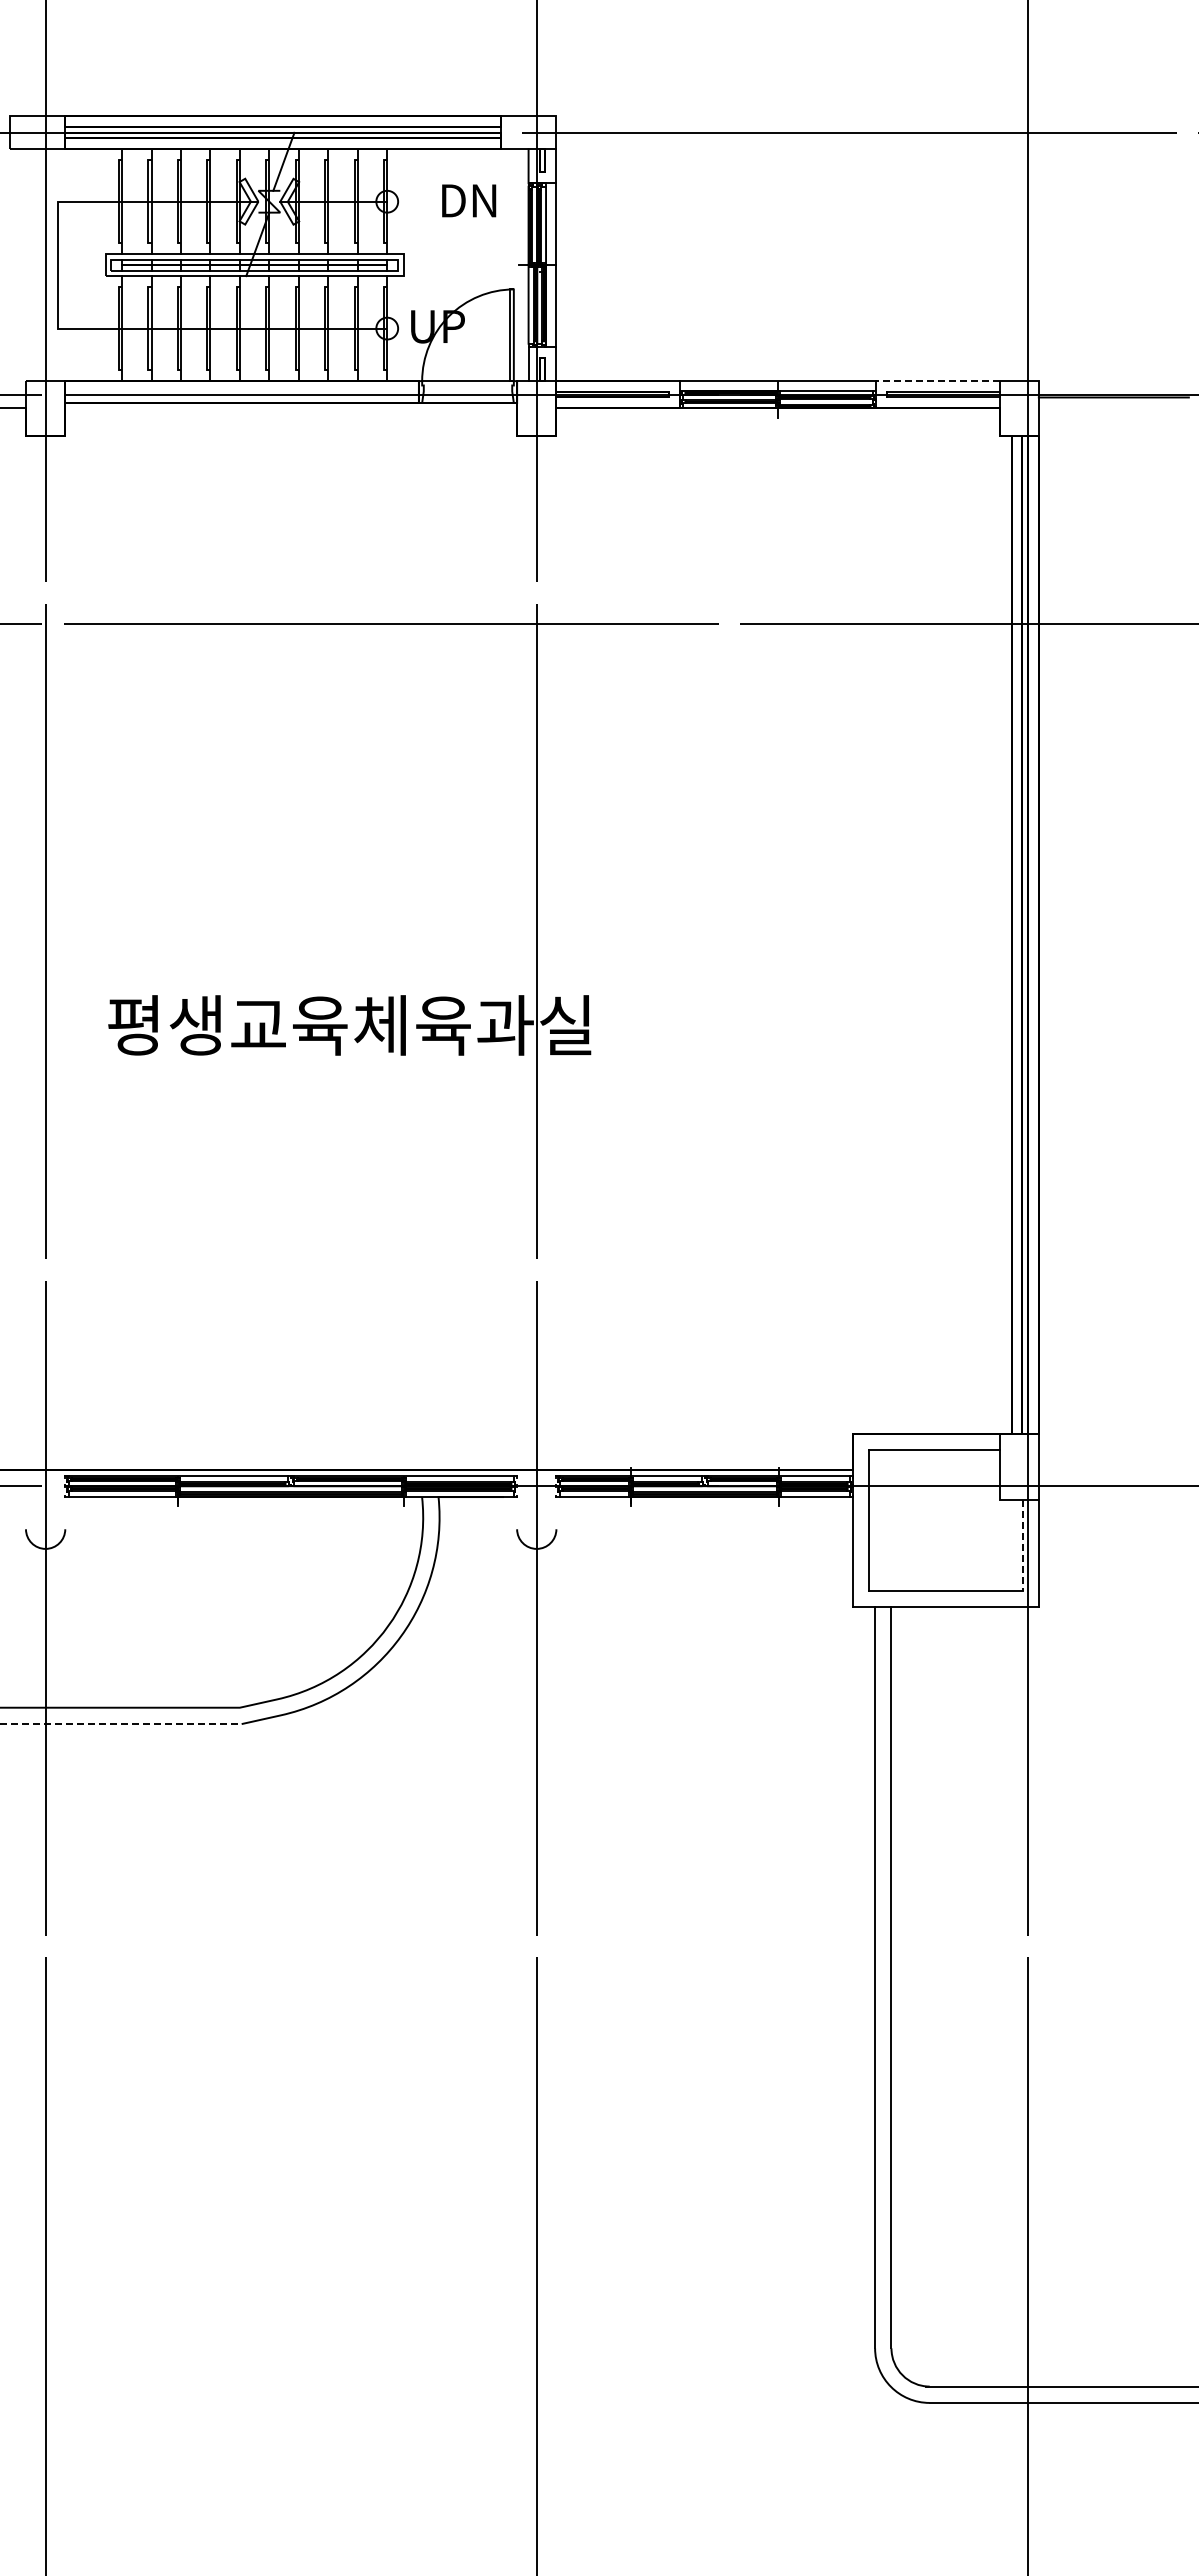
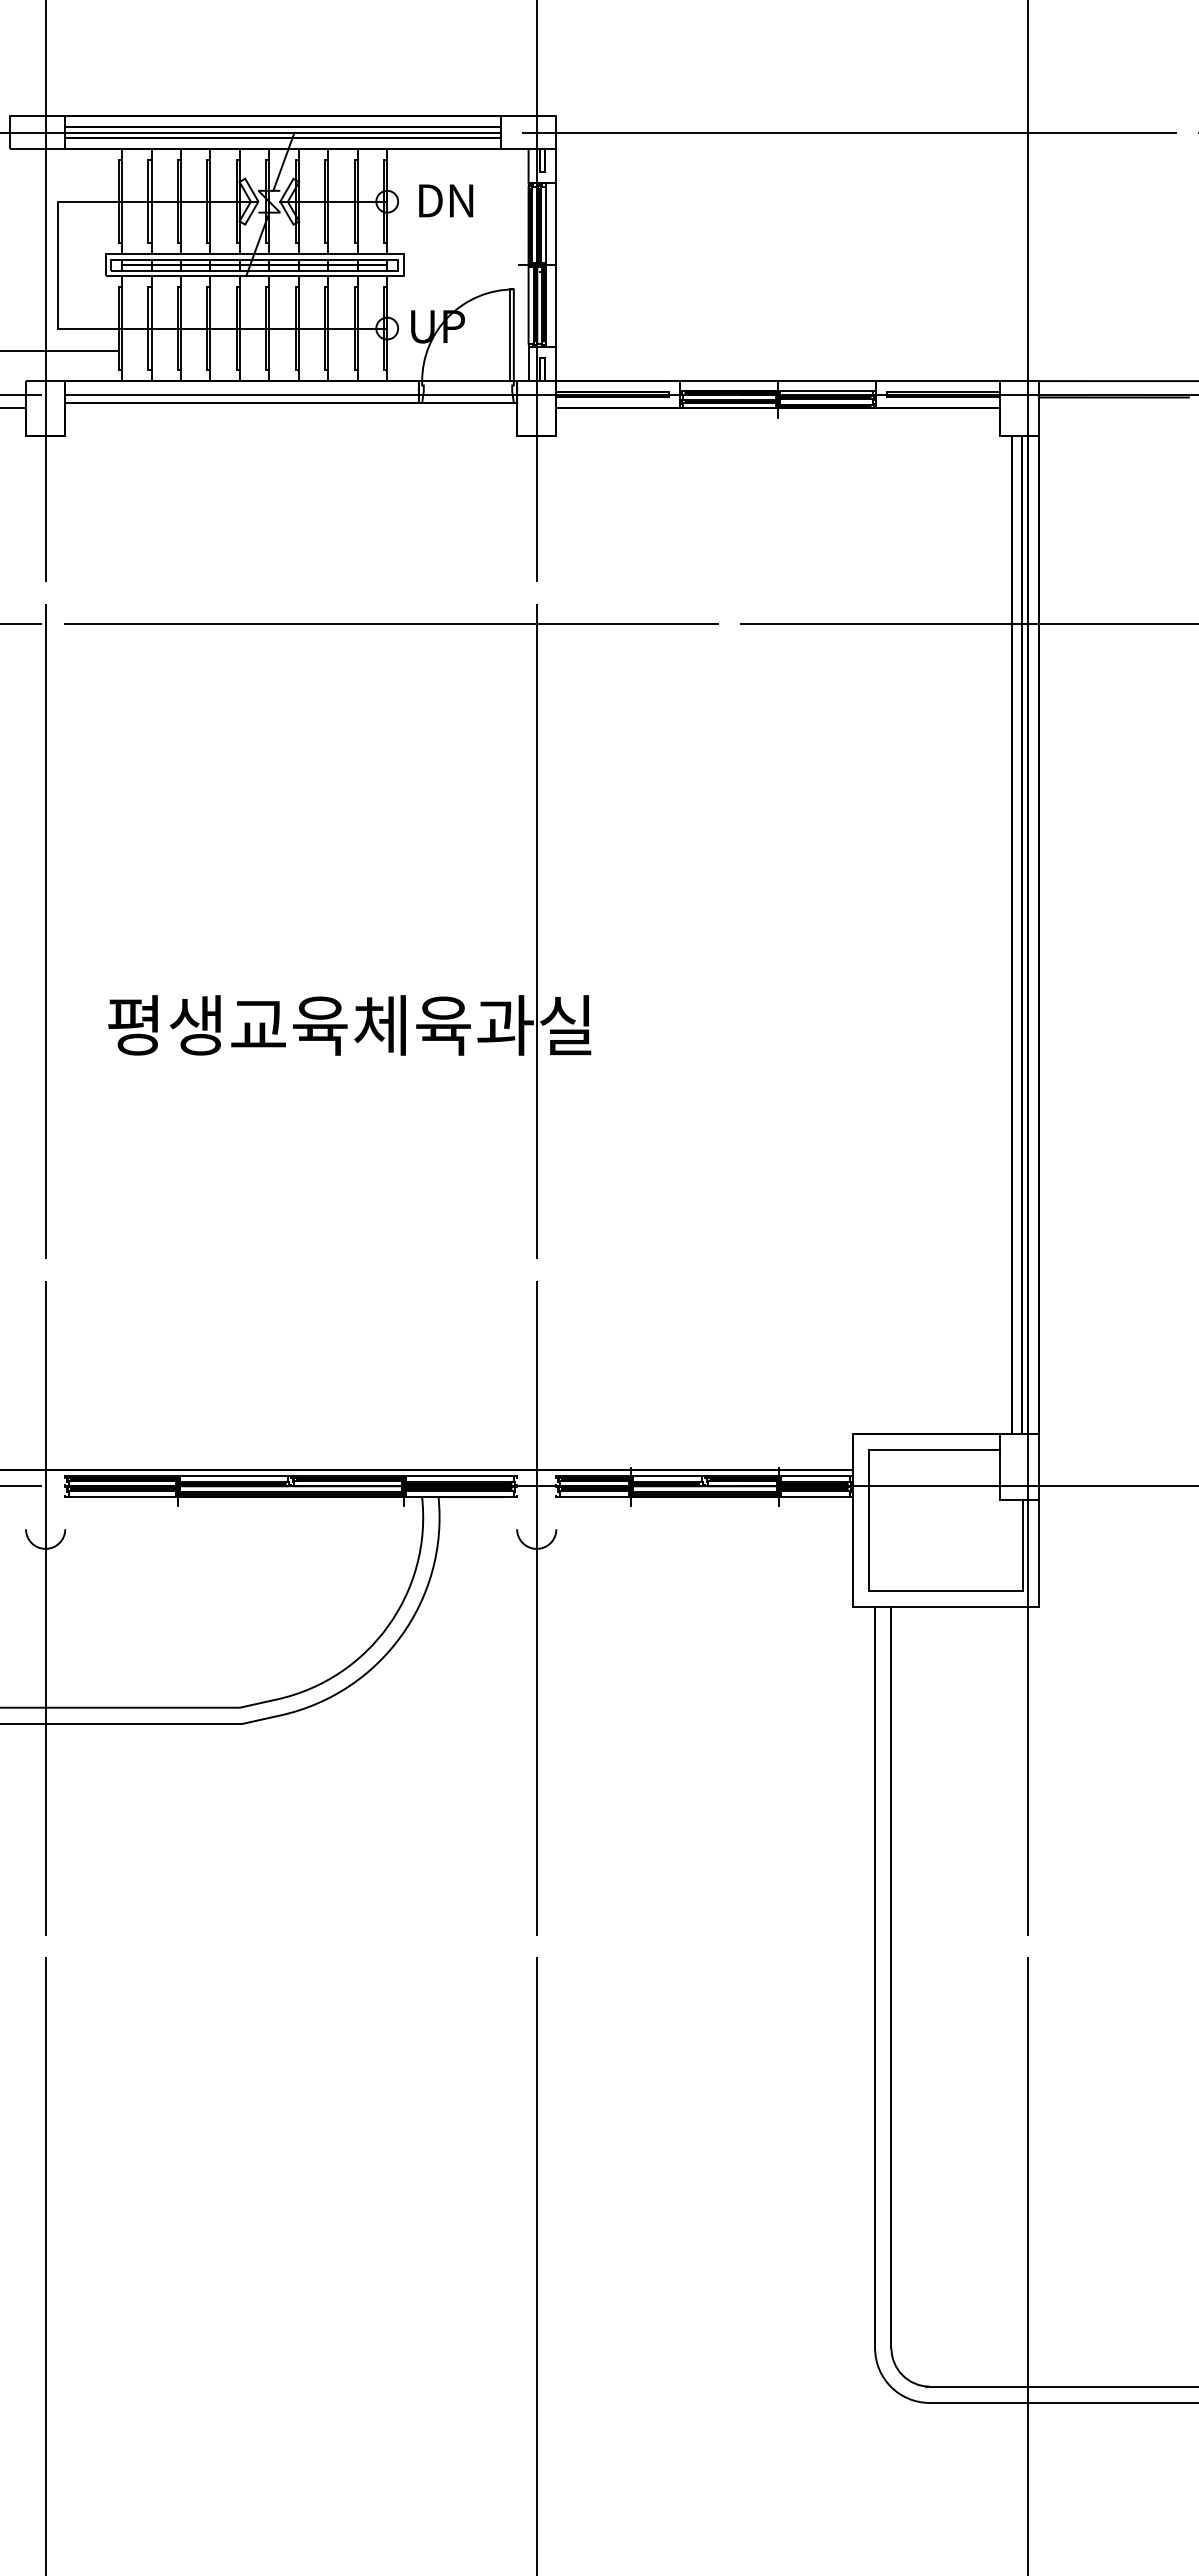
text at (469, 200) position: (469, 200) -> (446, 200)
line at (59, 351): none -> present
line at (937, 381): dashed -> solid
line at (1116, 381): none -> present
line at (1022, 1545): dashed -> solid
line at (121, 1724): dashed -> solid
